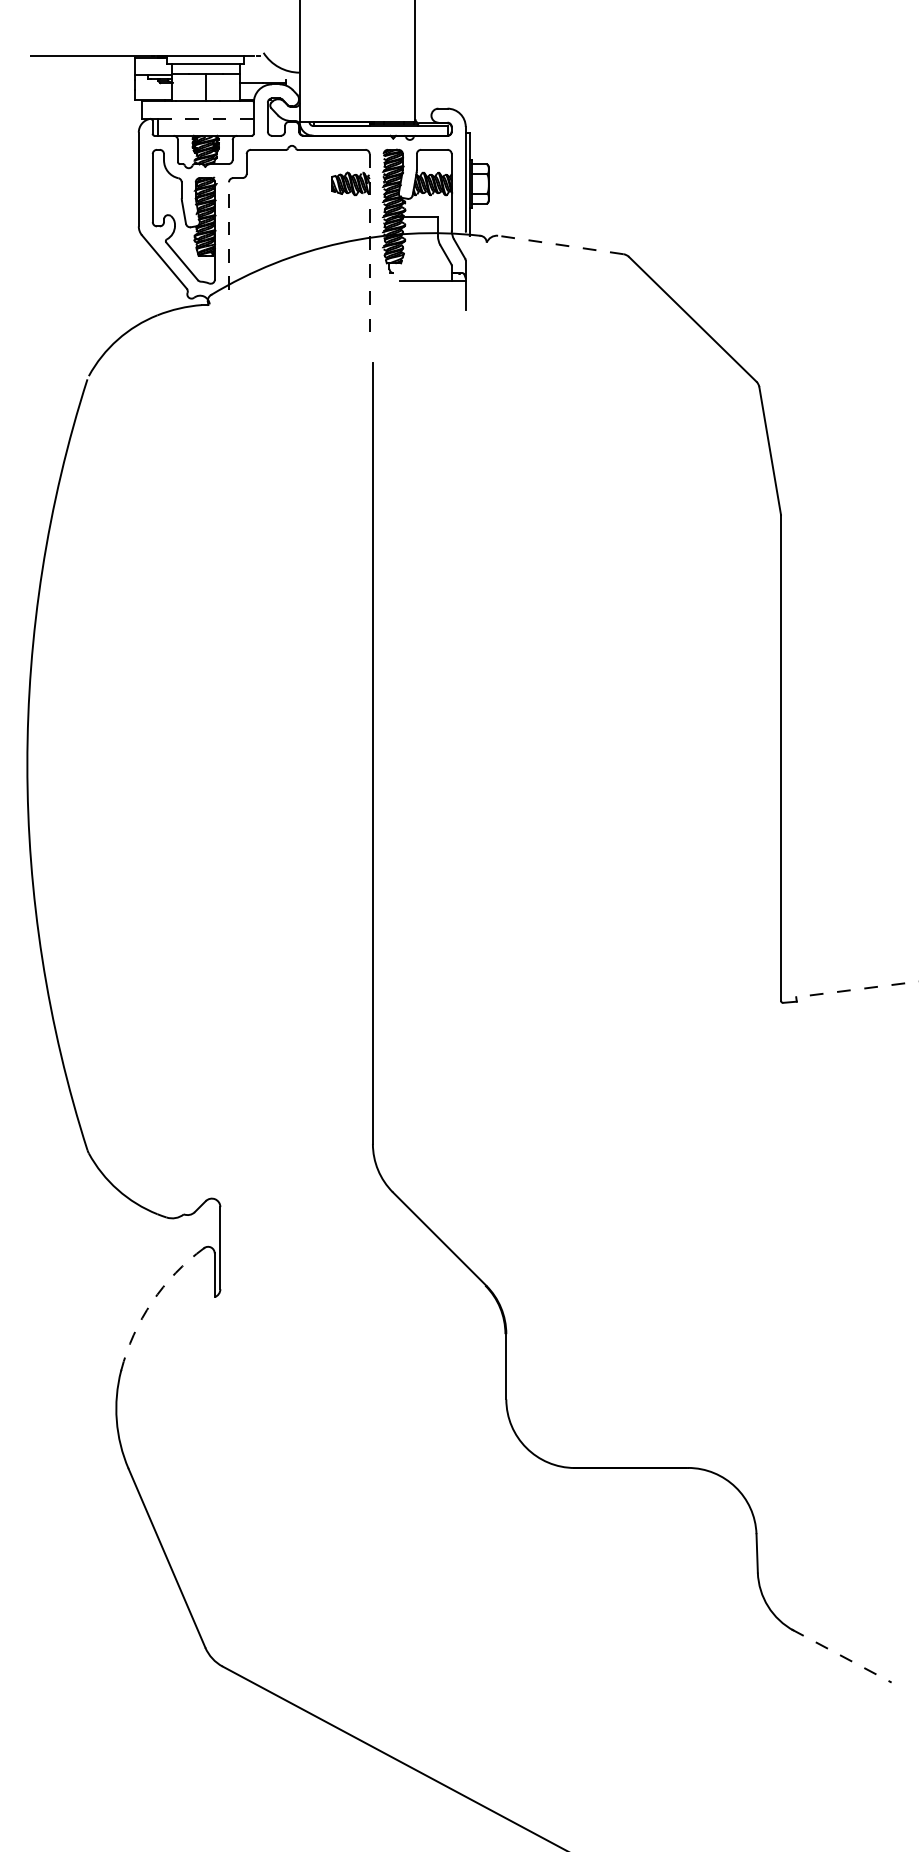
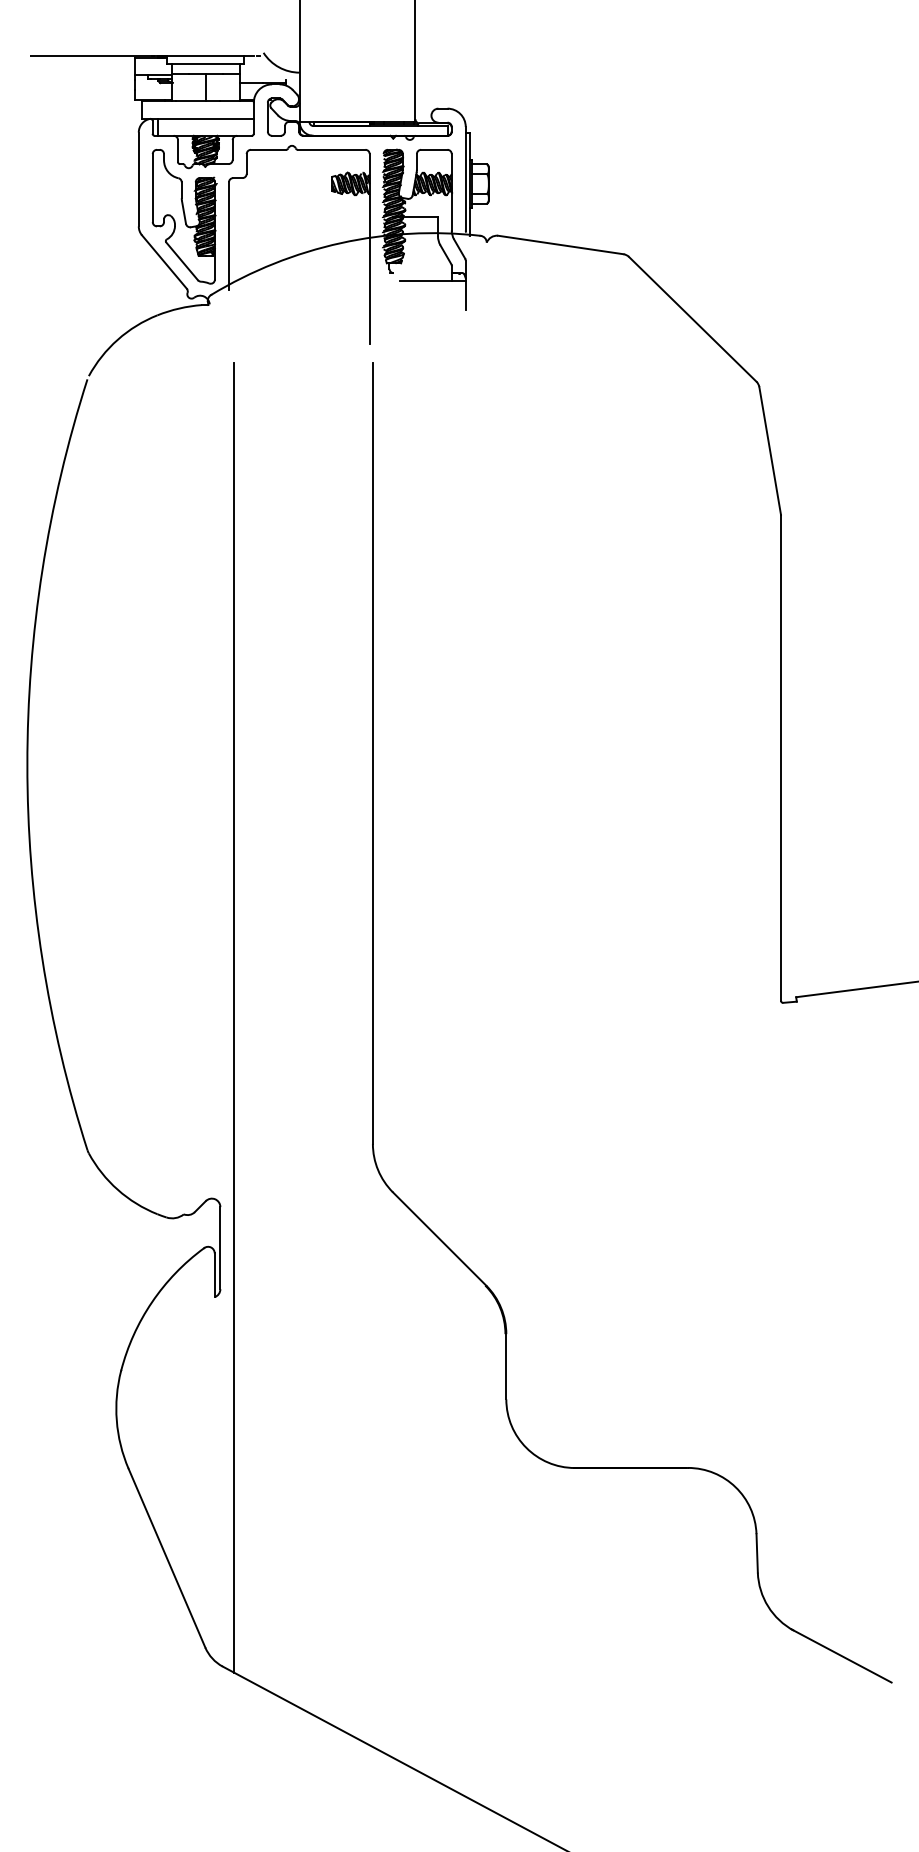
line at (205, 118): dashed -> solid
line at (228, 236): dashed -> solid
line at (560, 244): dashed -> solid
line at (369, 249): dashed -> solid
line at (857, 989): dashed -> solid
line at (233, 1017): none -> present
arc at (152, 1302): dashed -> solid
line at (841, 1655): dashed -> solid
